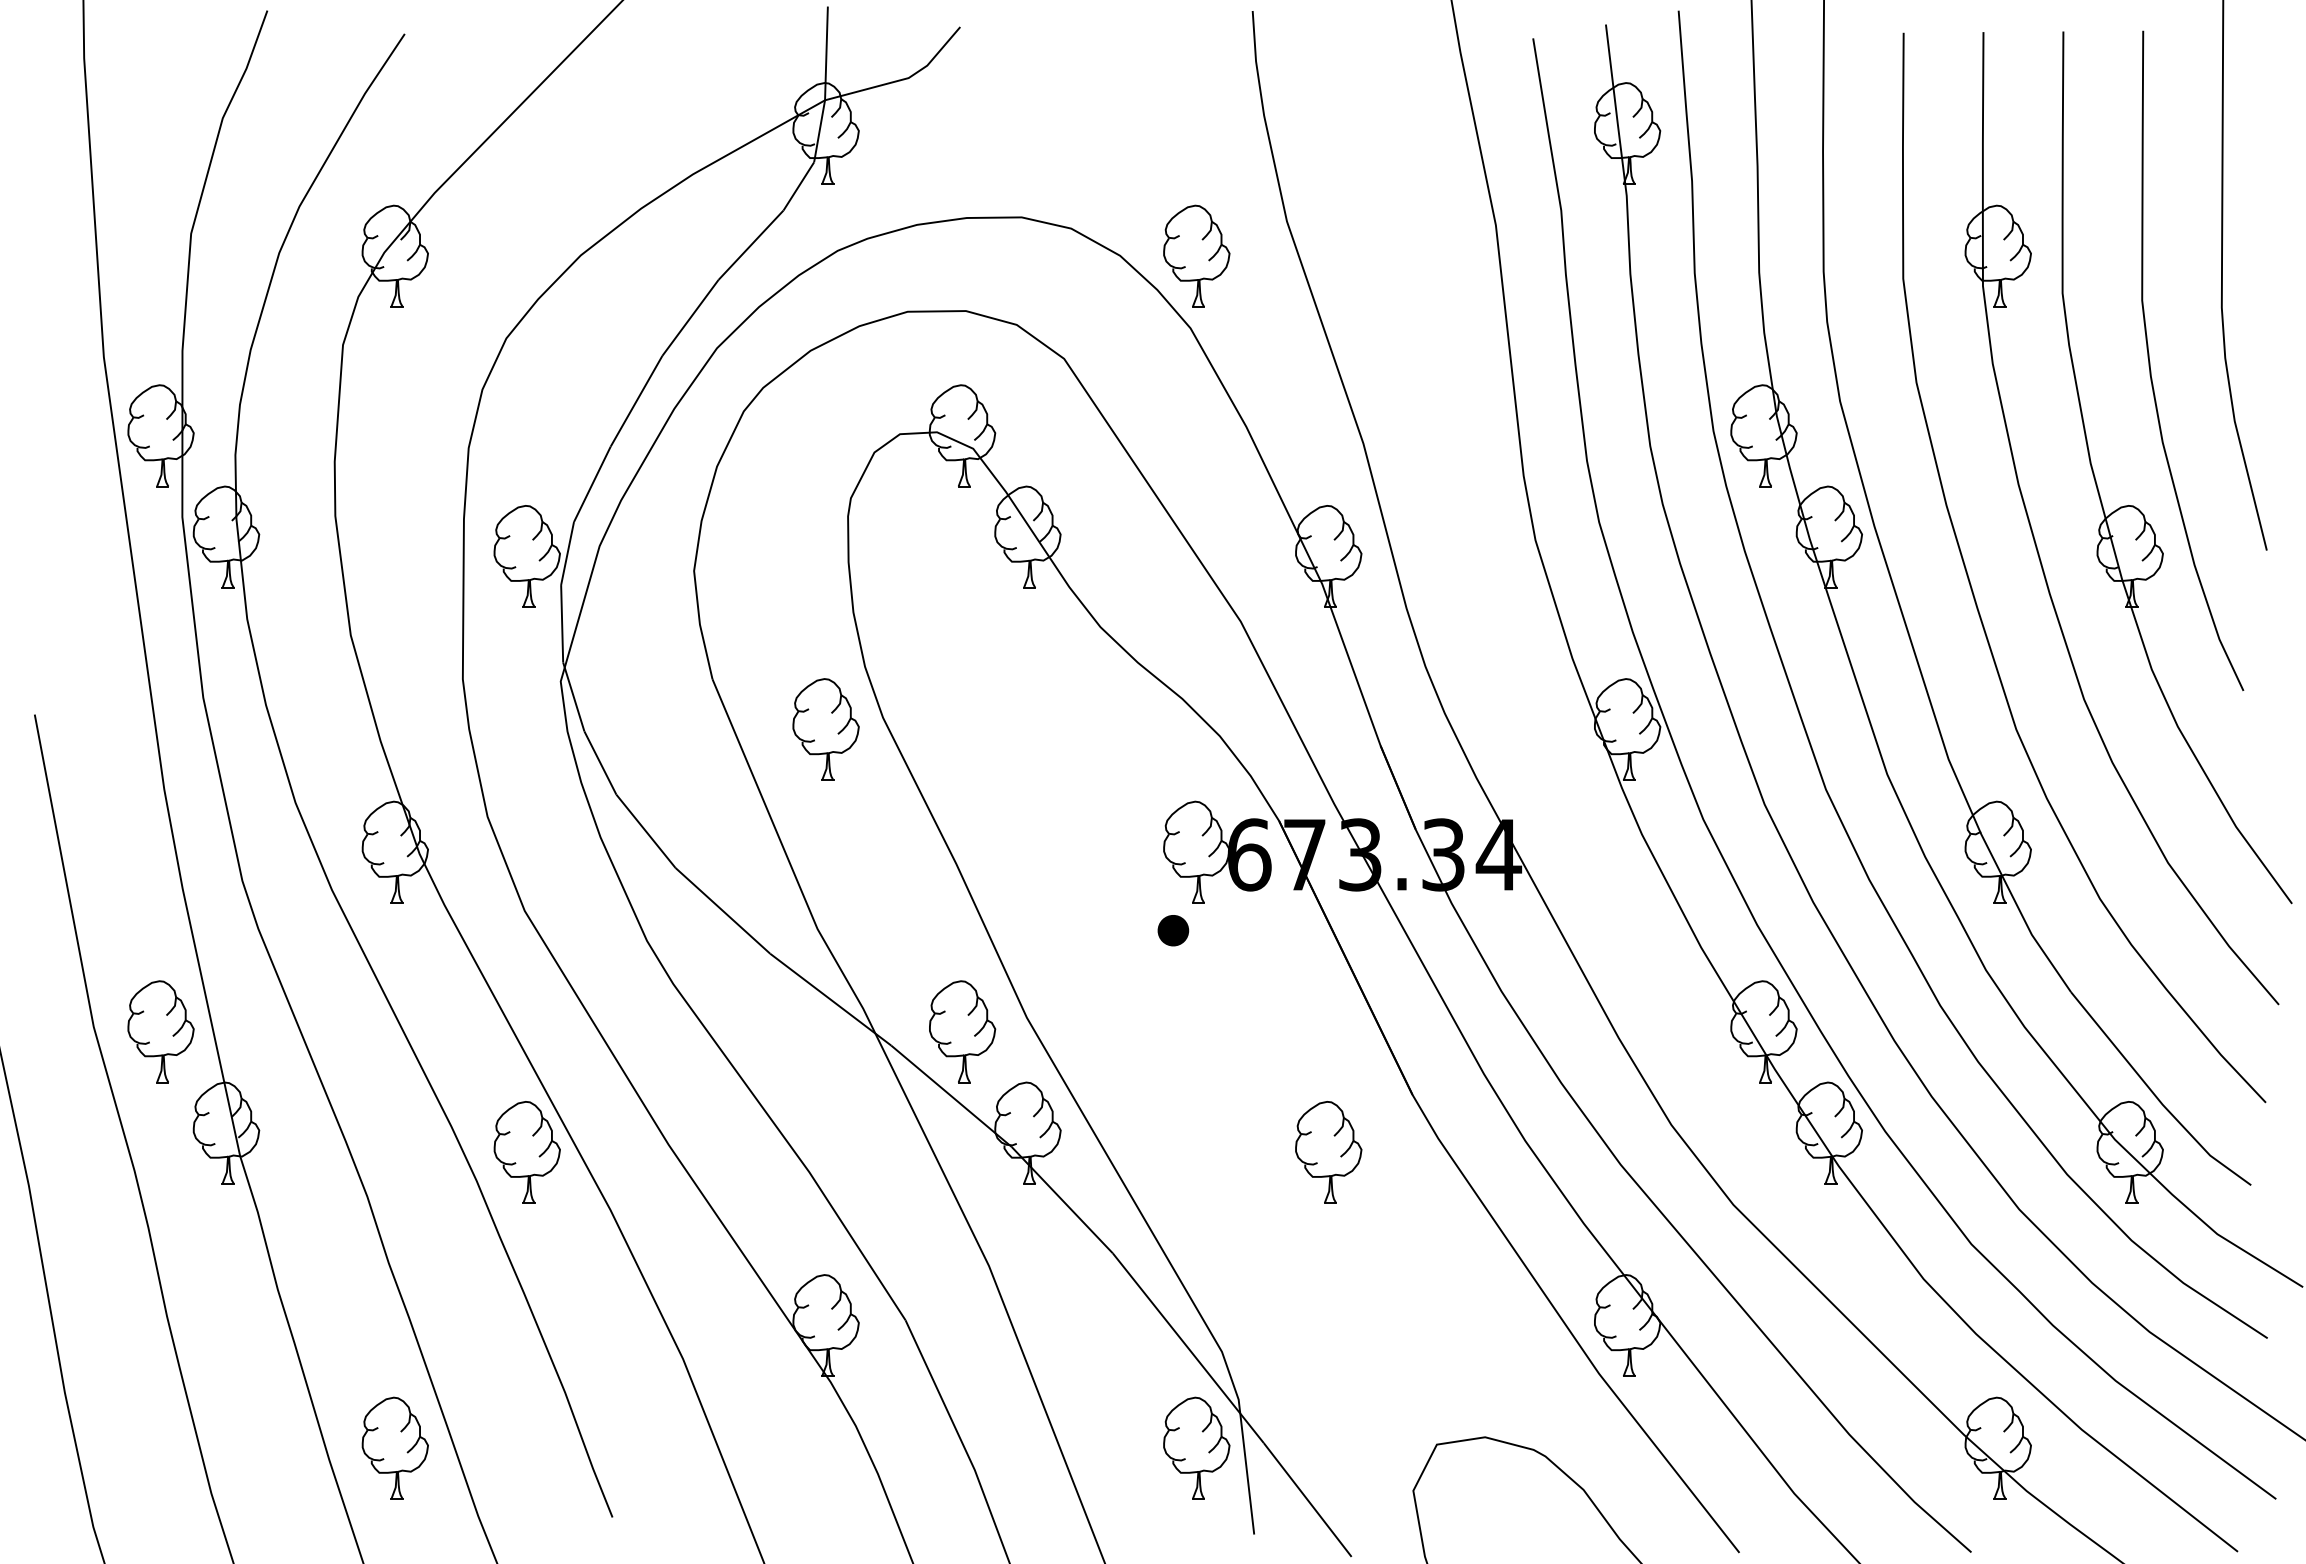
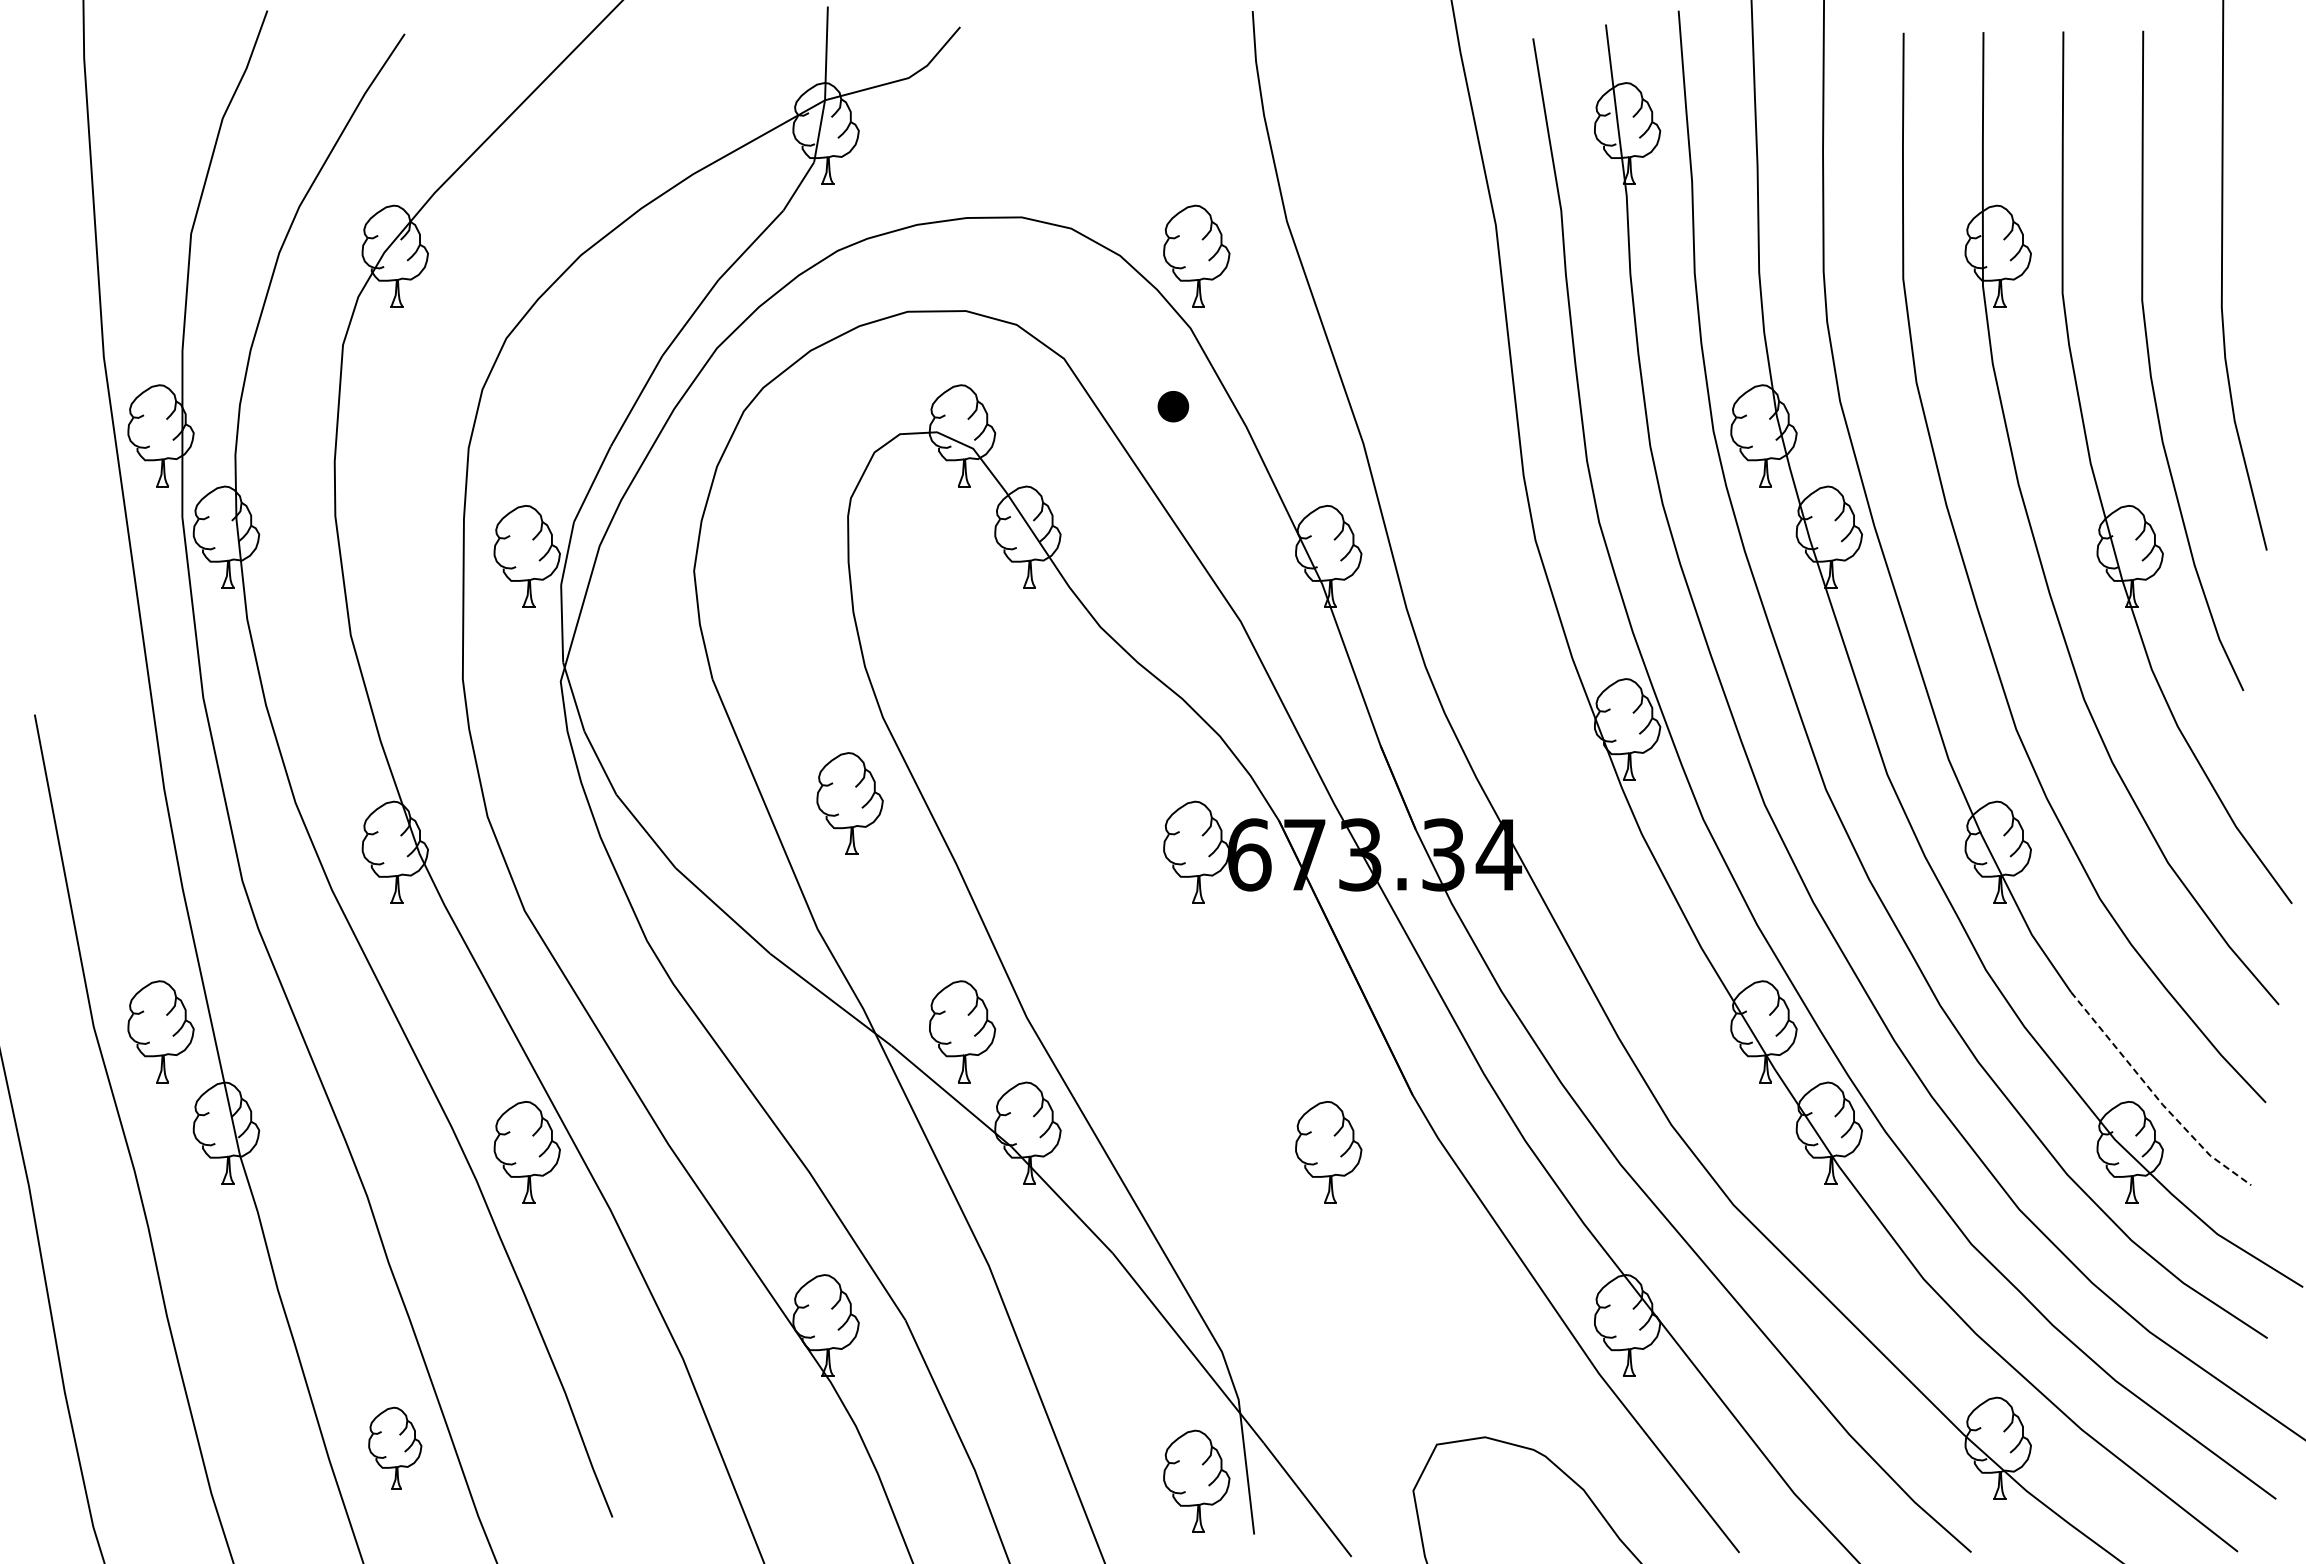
part at (825, 729) position: (825, 729) -> (849, 803)
part at (1173, 930) position: (1173, 930) -> (1173, 406)
line at (2155, 1096): solid -> dashed
part at (394, 1447) size: 68x104 px -> 55x84 px
part at (1196, 1447) position: (1196, 1447) -> (1196, 1480)
